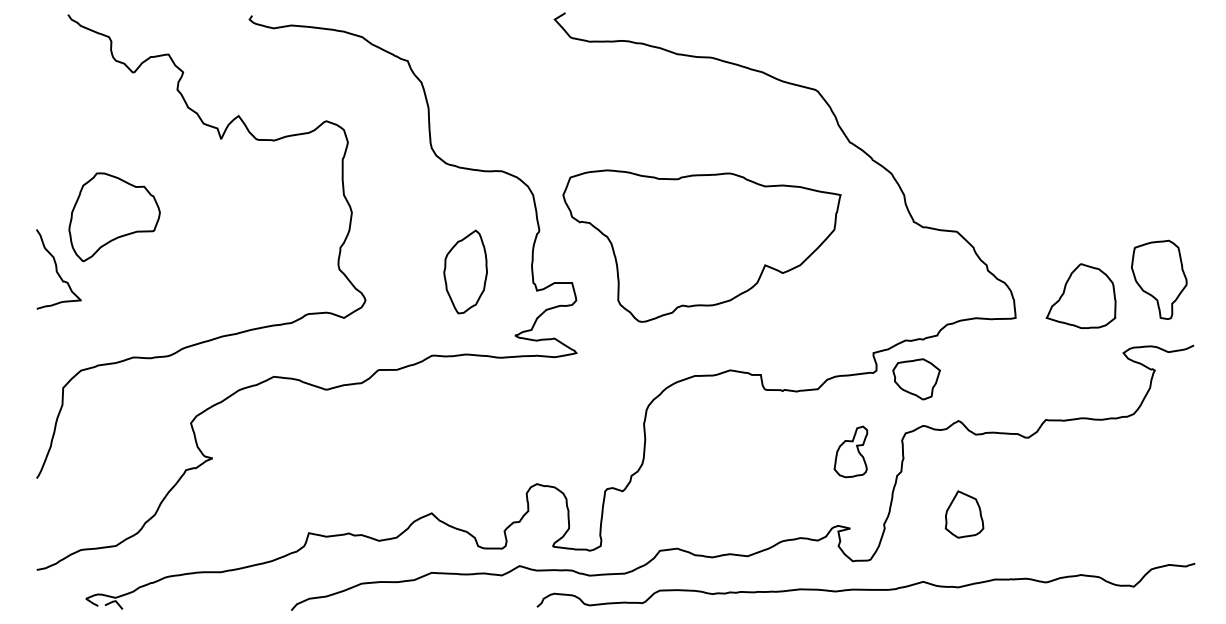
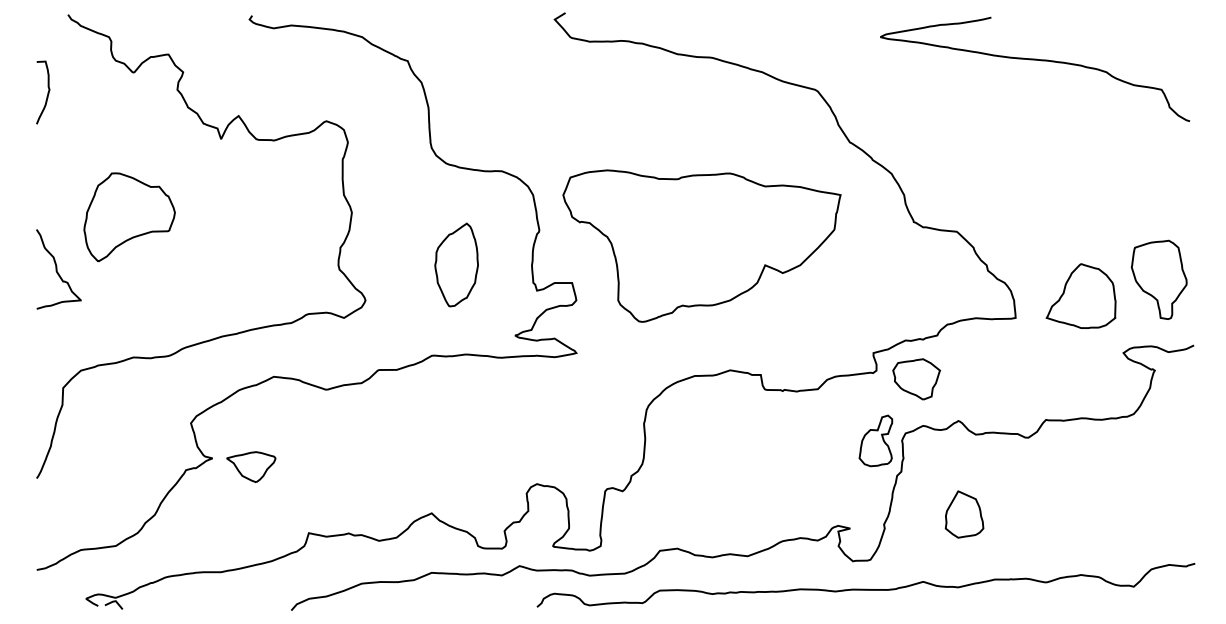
curve at (1035, 60): none -> present
curve at (47, 92): none -> present
part at (114, 217) position: (114, 217) -> (129, 217)
part at (465, 271) position: (465, 271) -> (456, 264)
part at (850, 451) position: (850, 451) -> (875, 440)
part at (251, 466): none -> present
